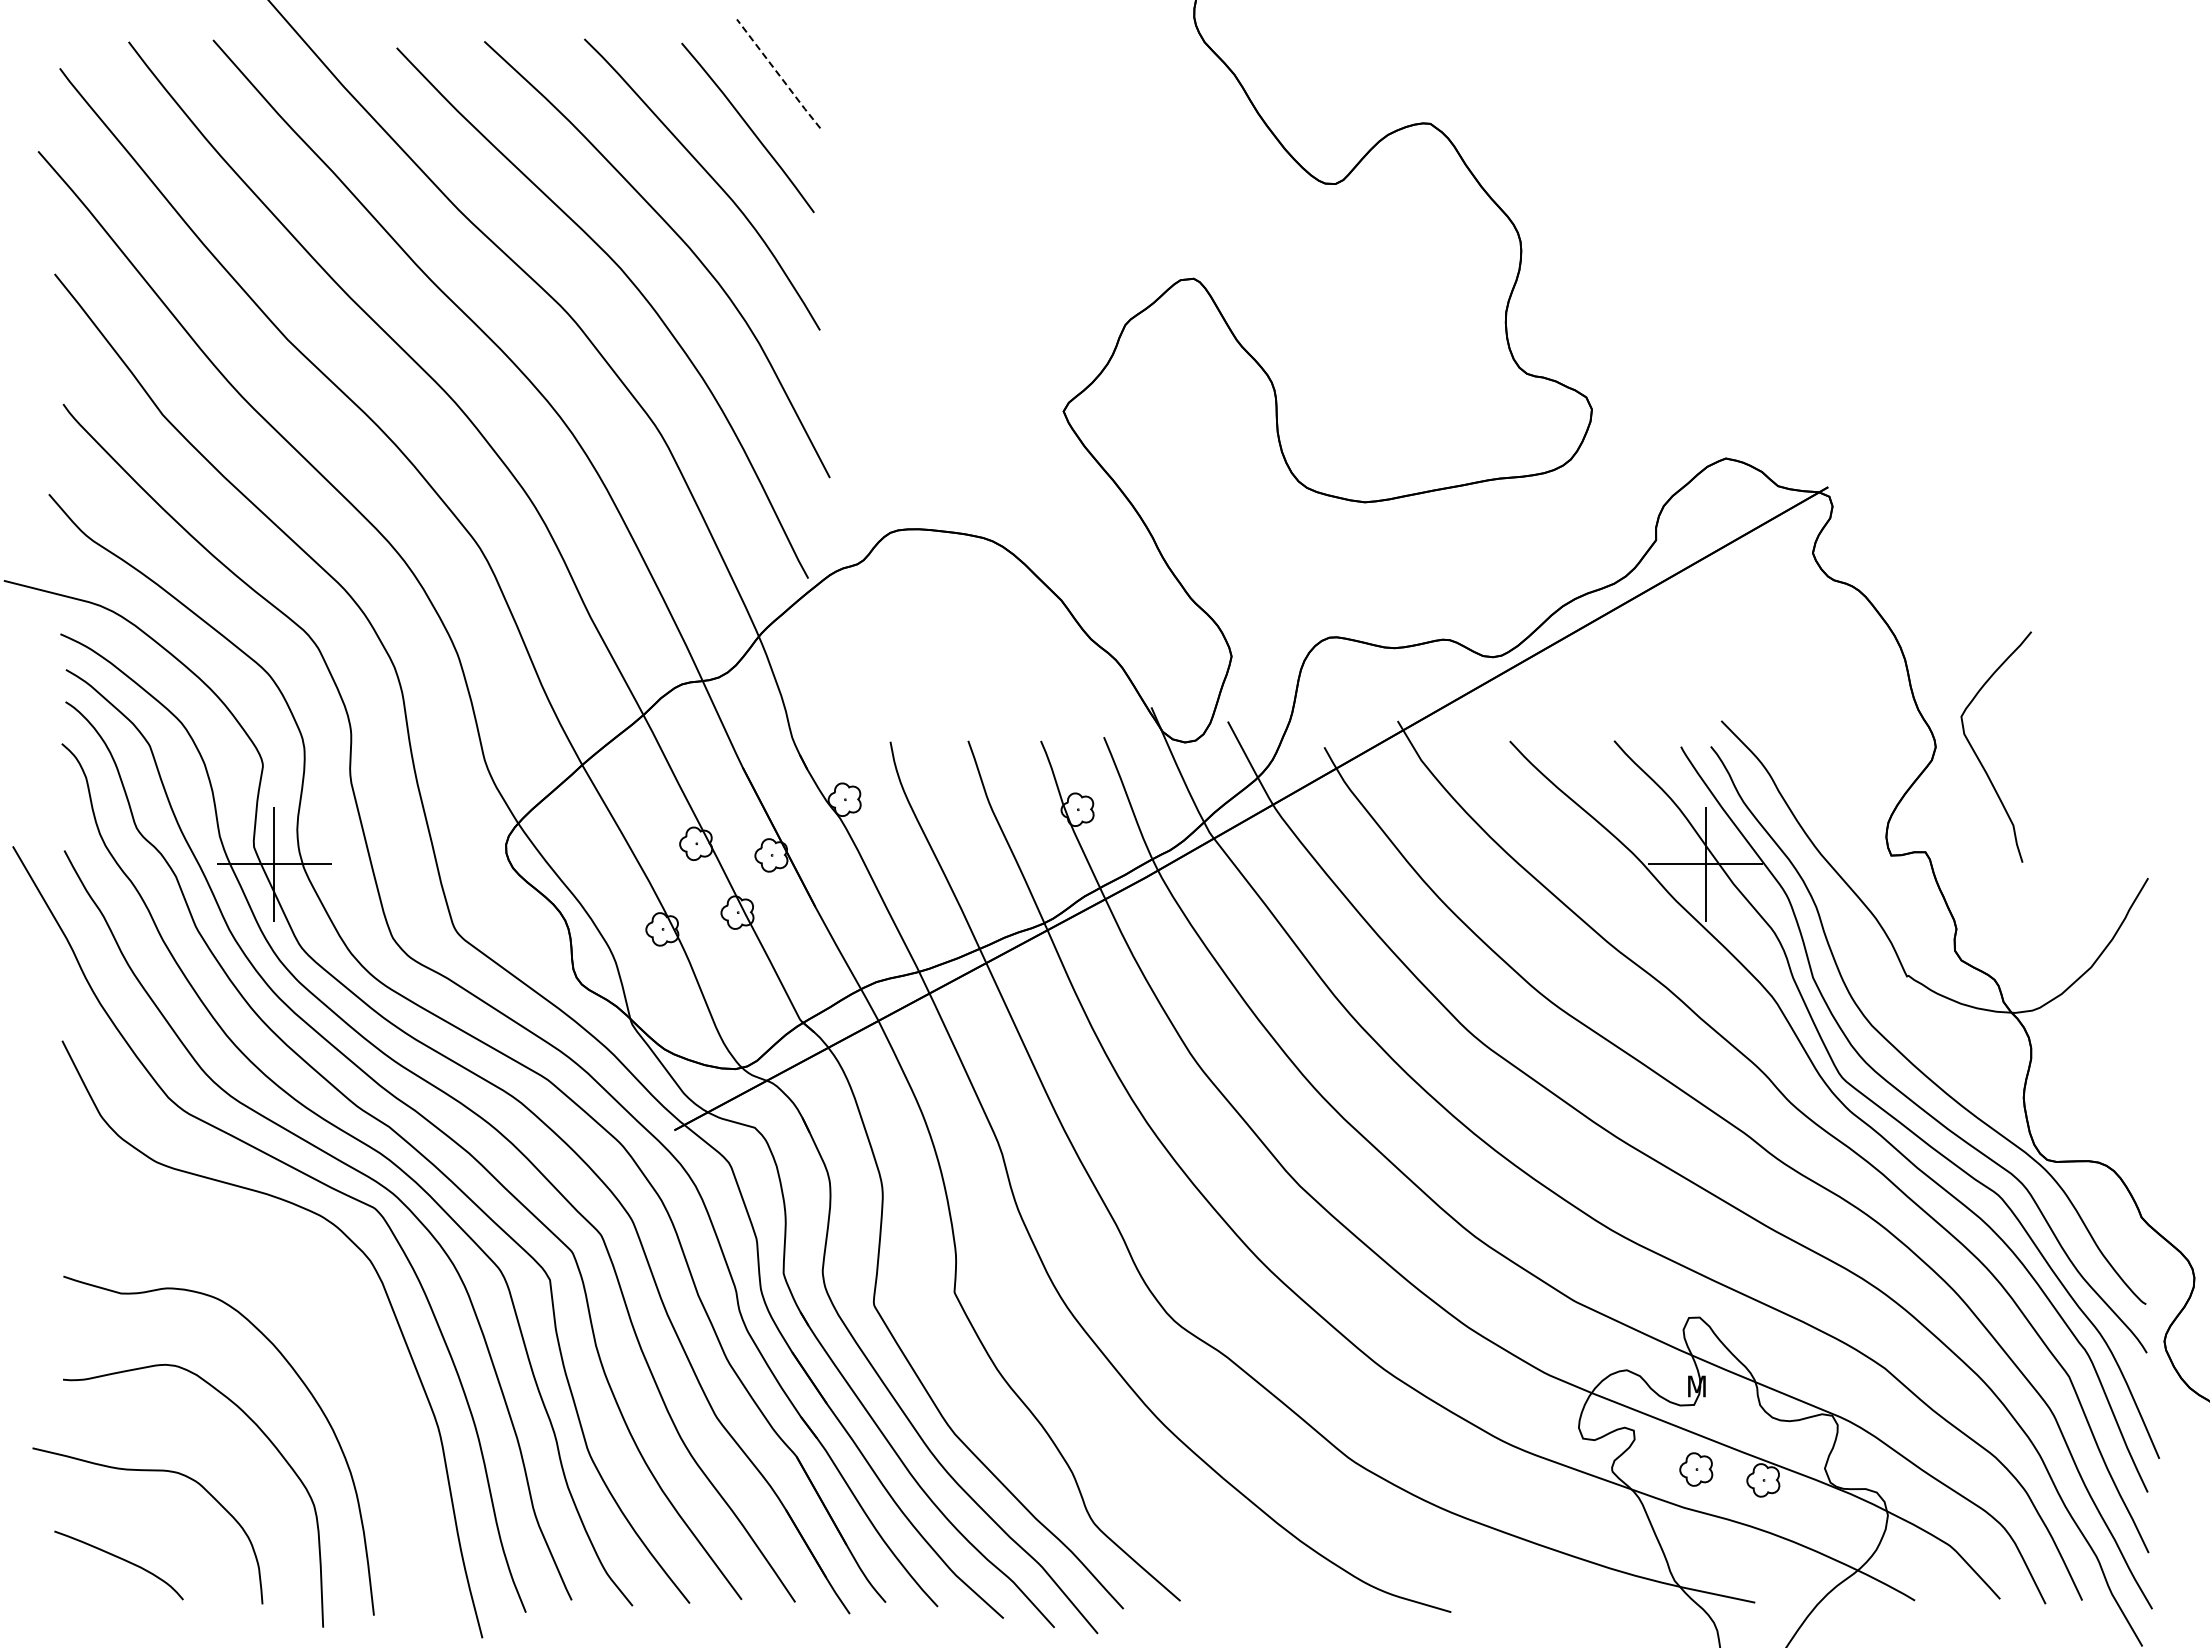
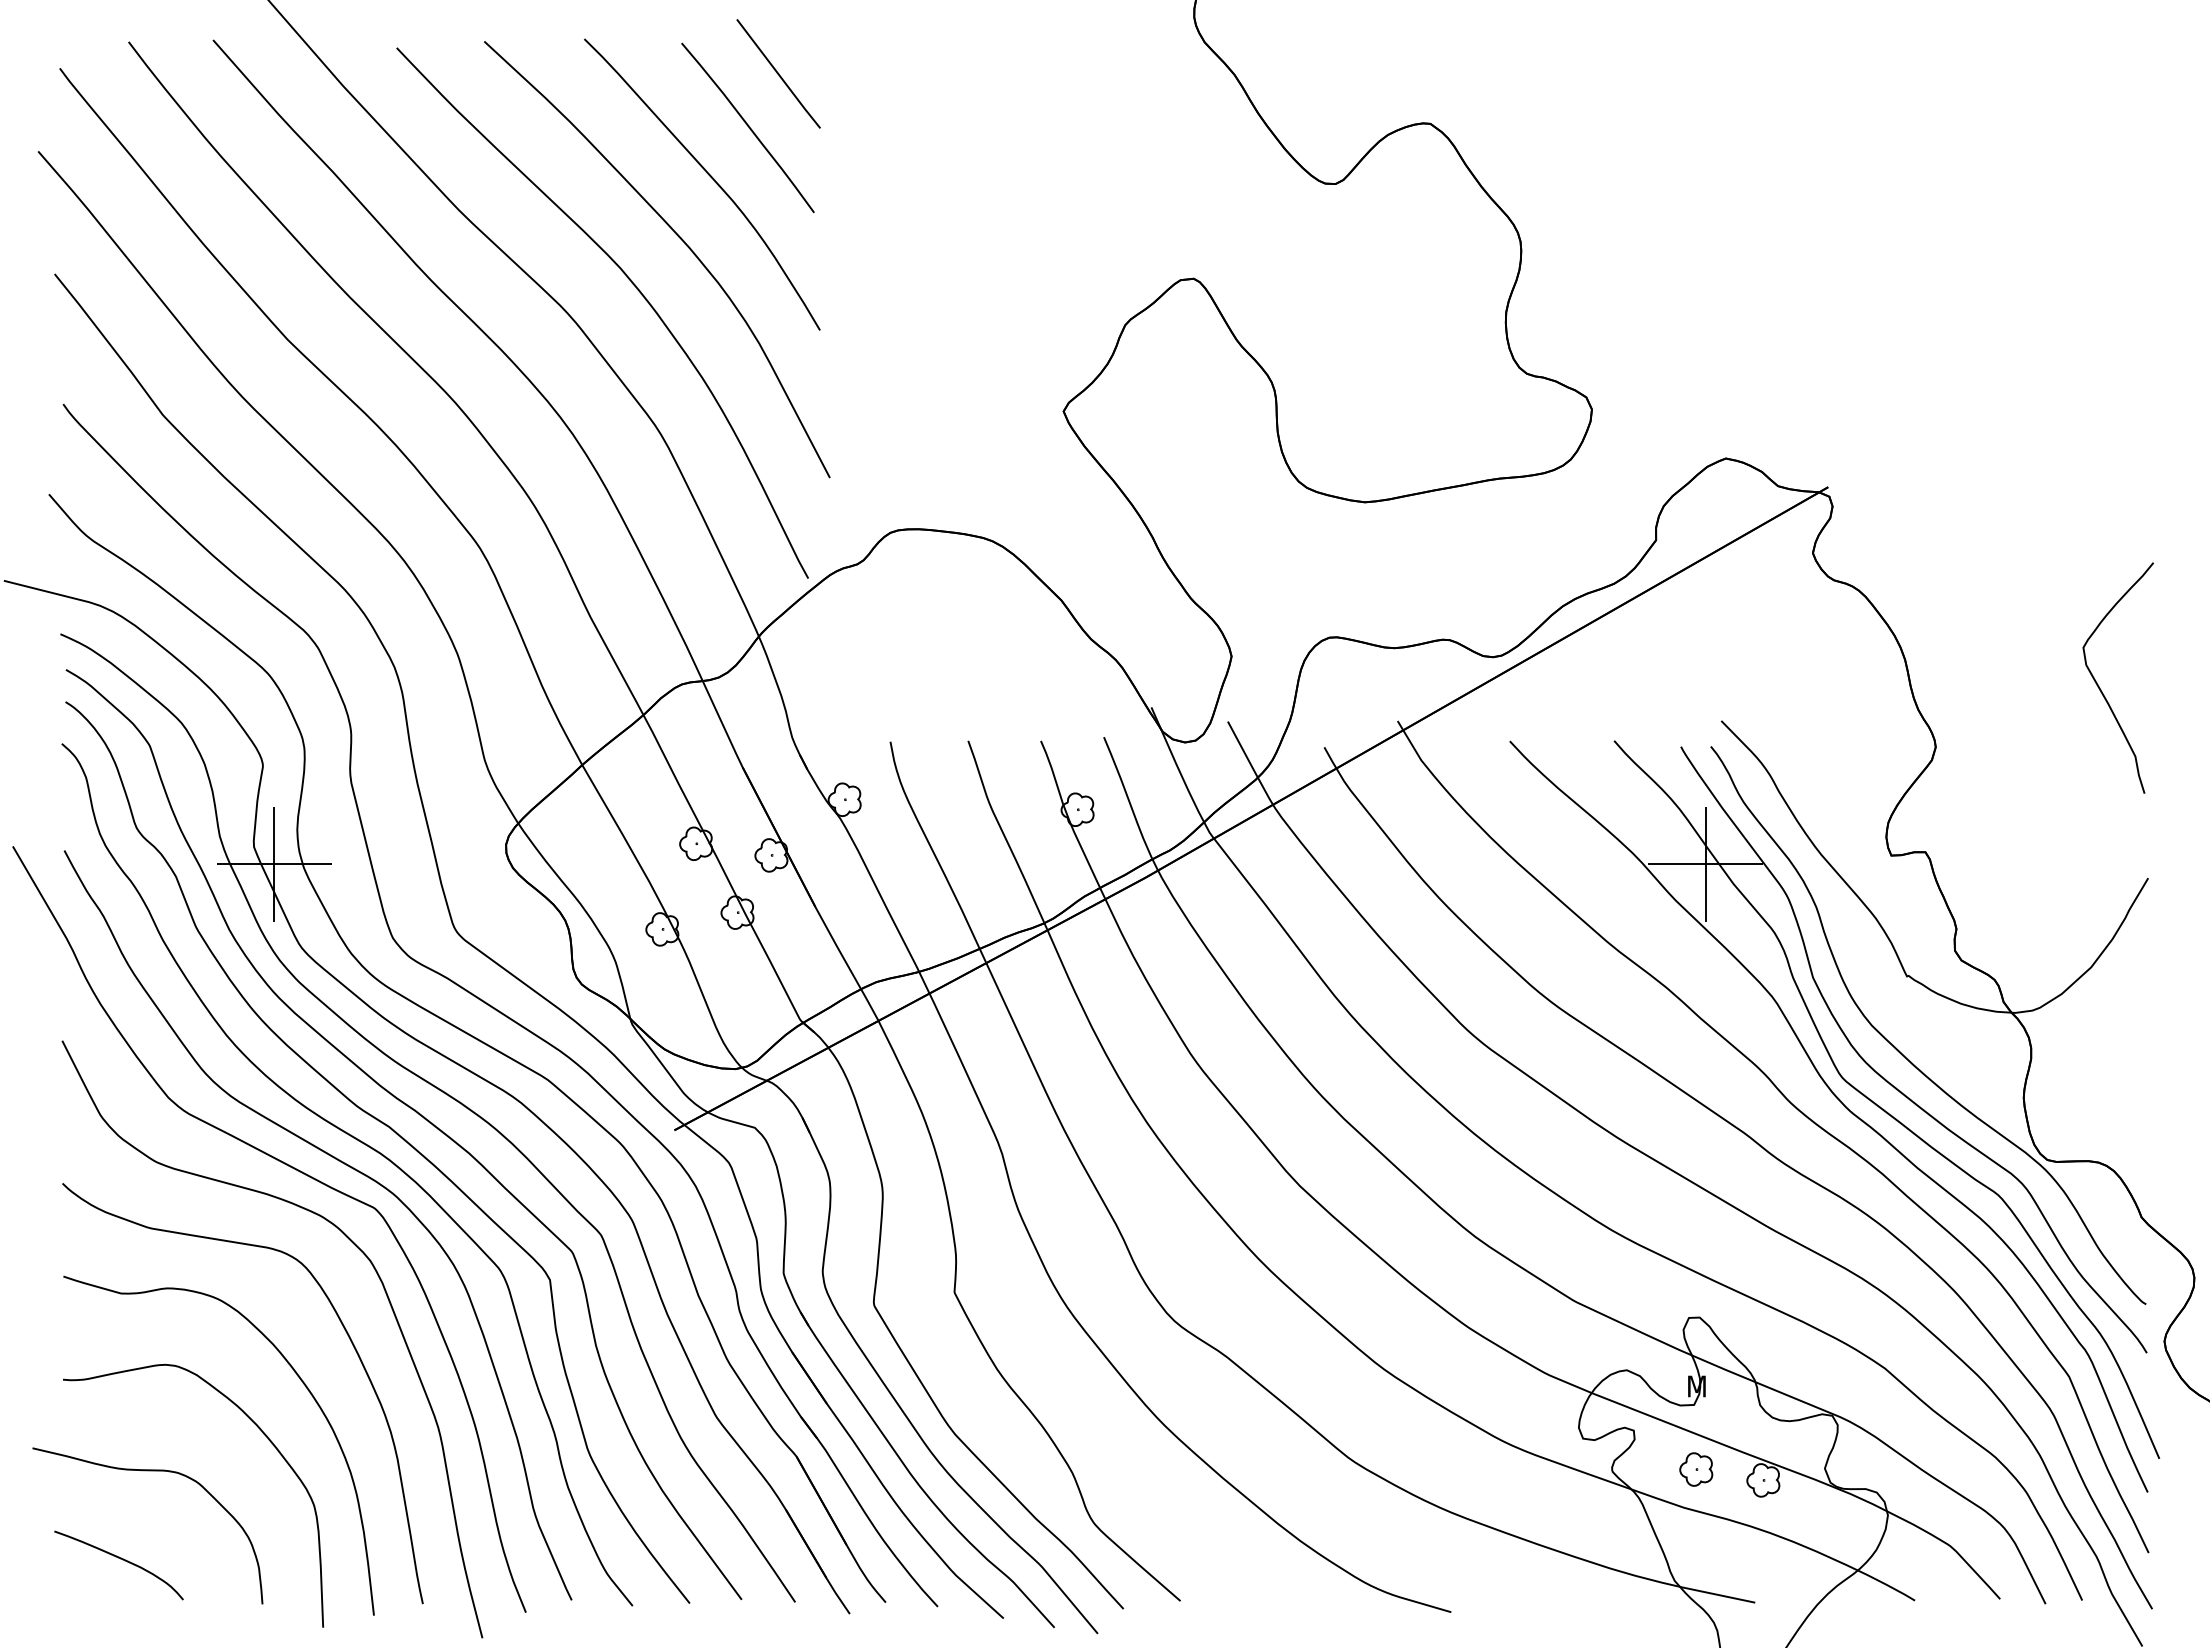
line at (778, 74): dashed -> solid
curve at (1979, 758) position: (1979, 758) -> (2101, 689)
curve at (349, 1339): none -> present
